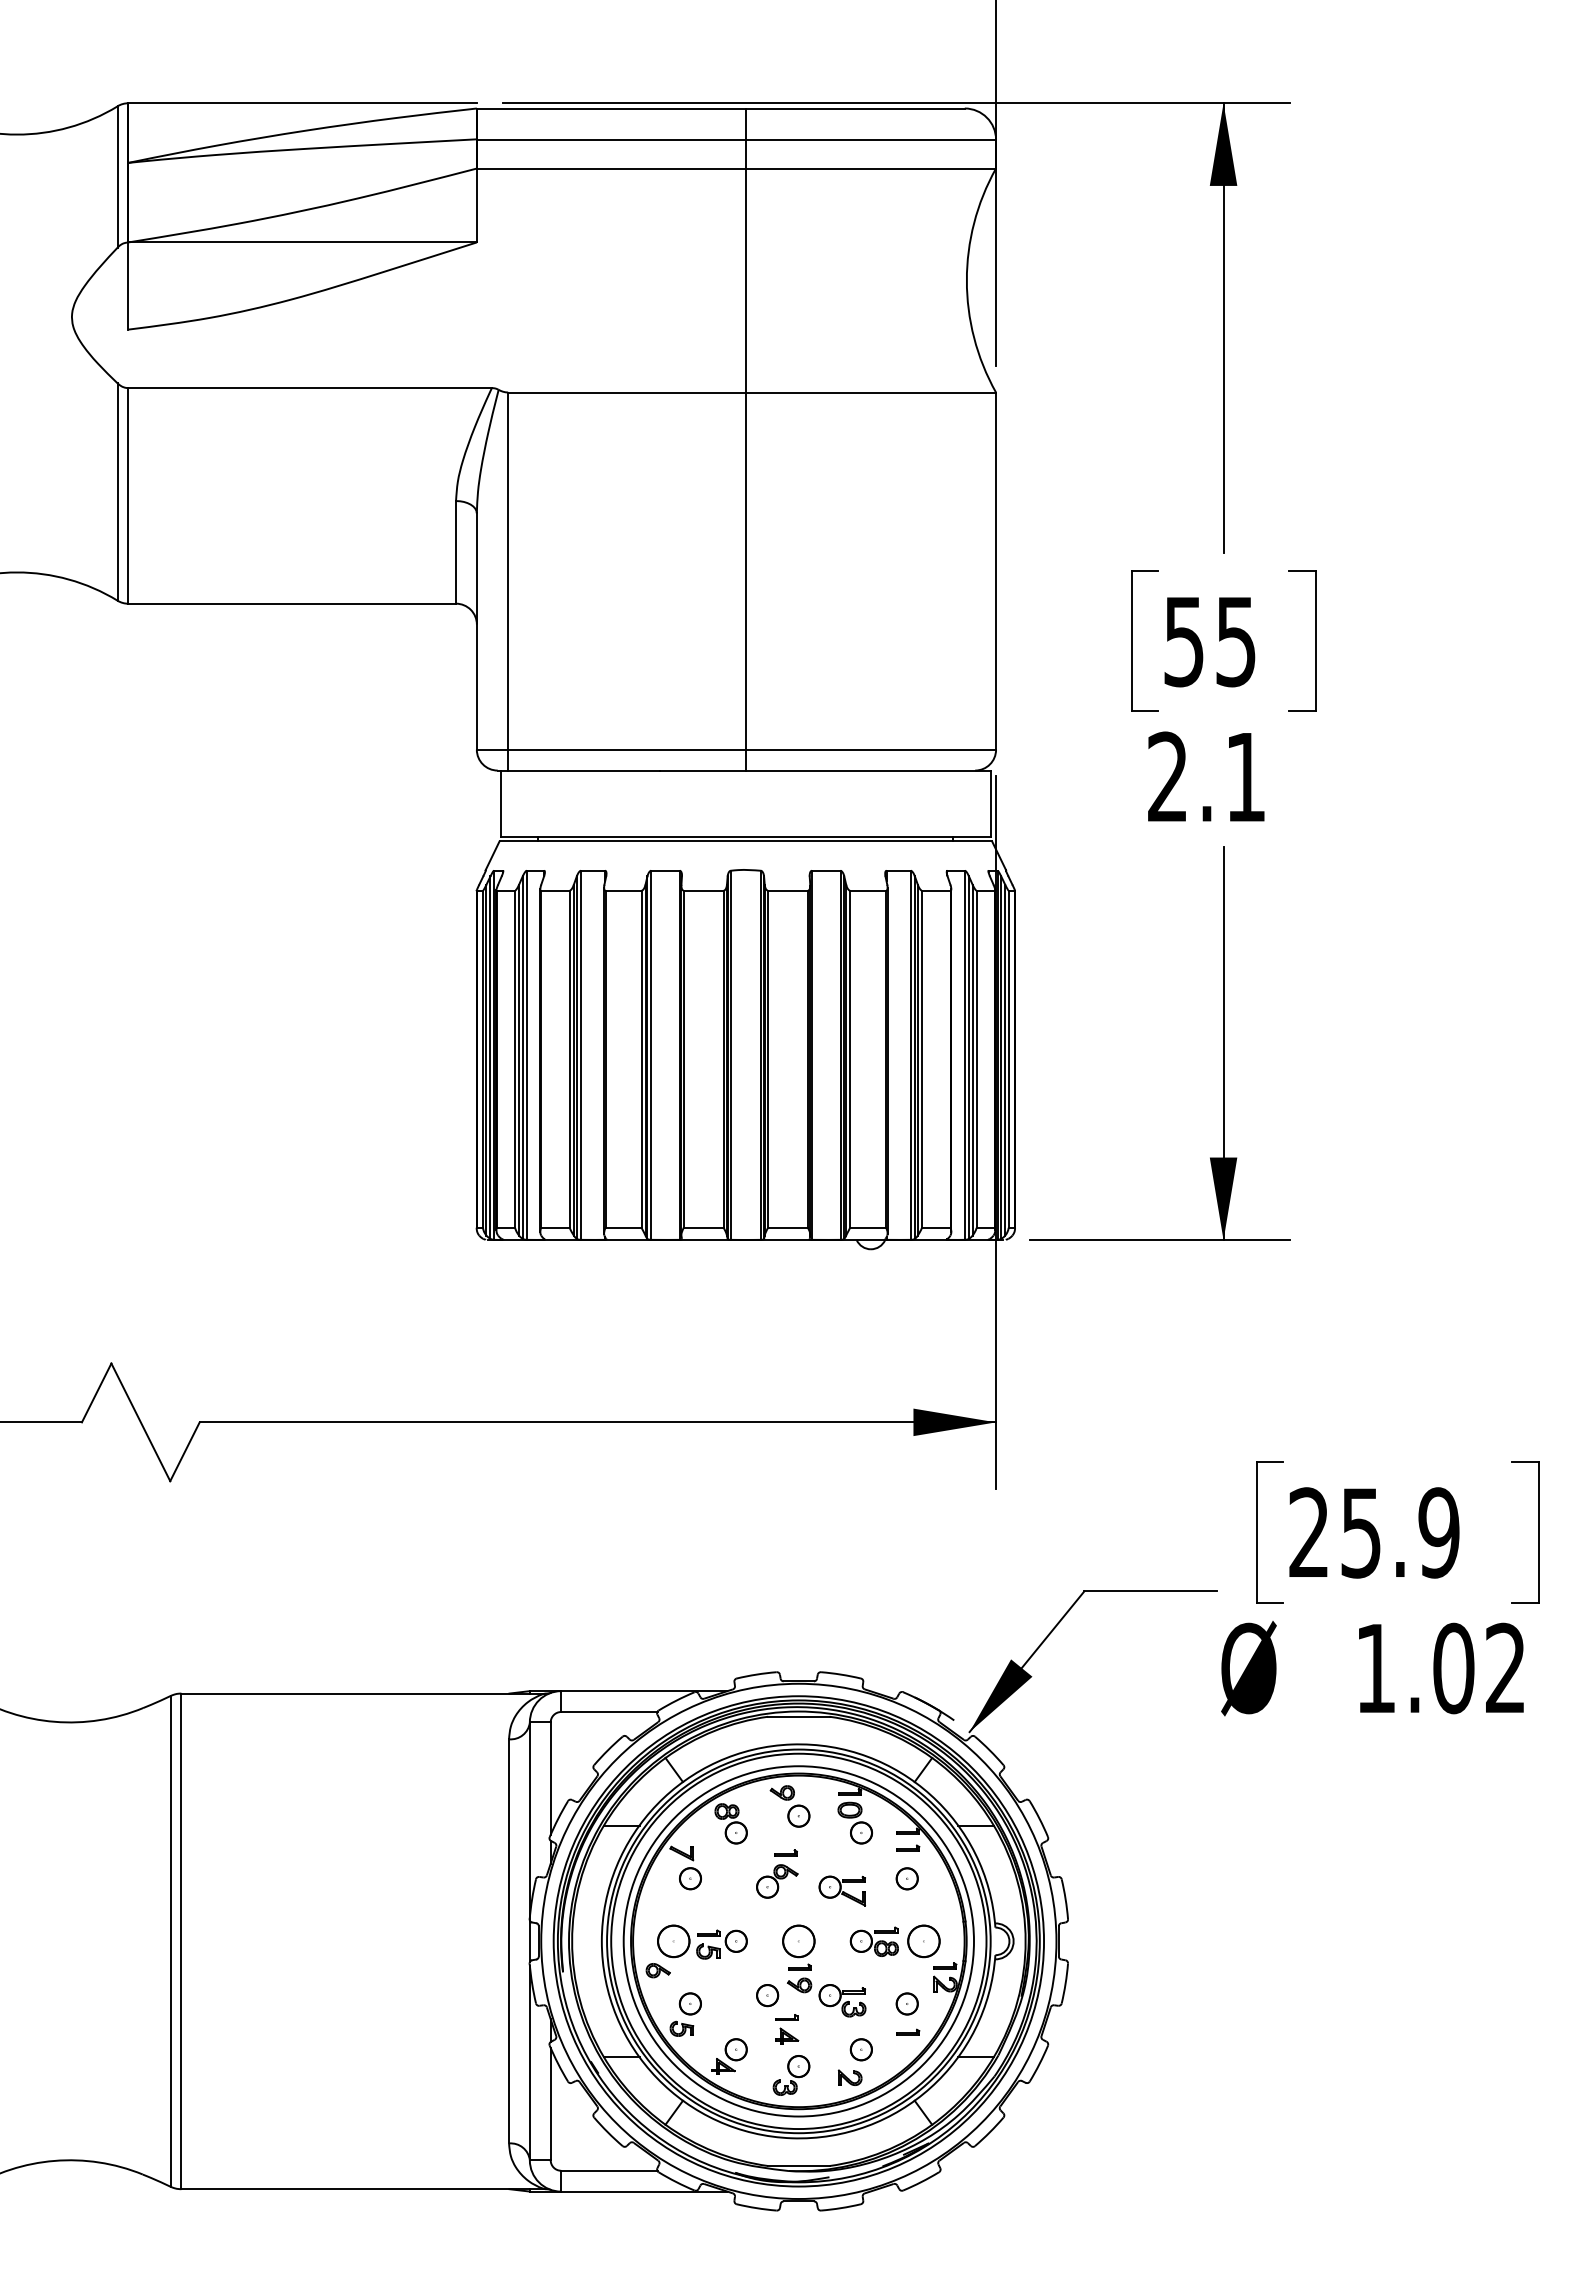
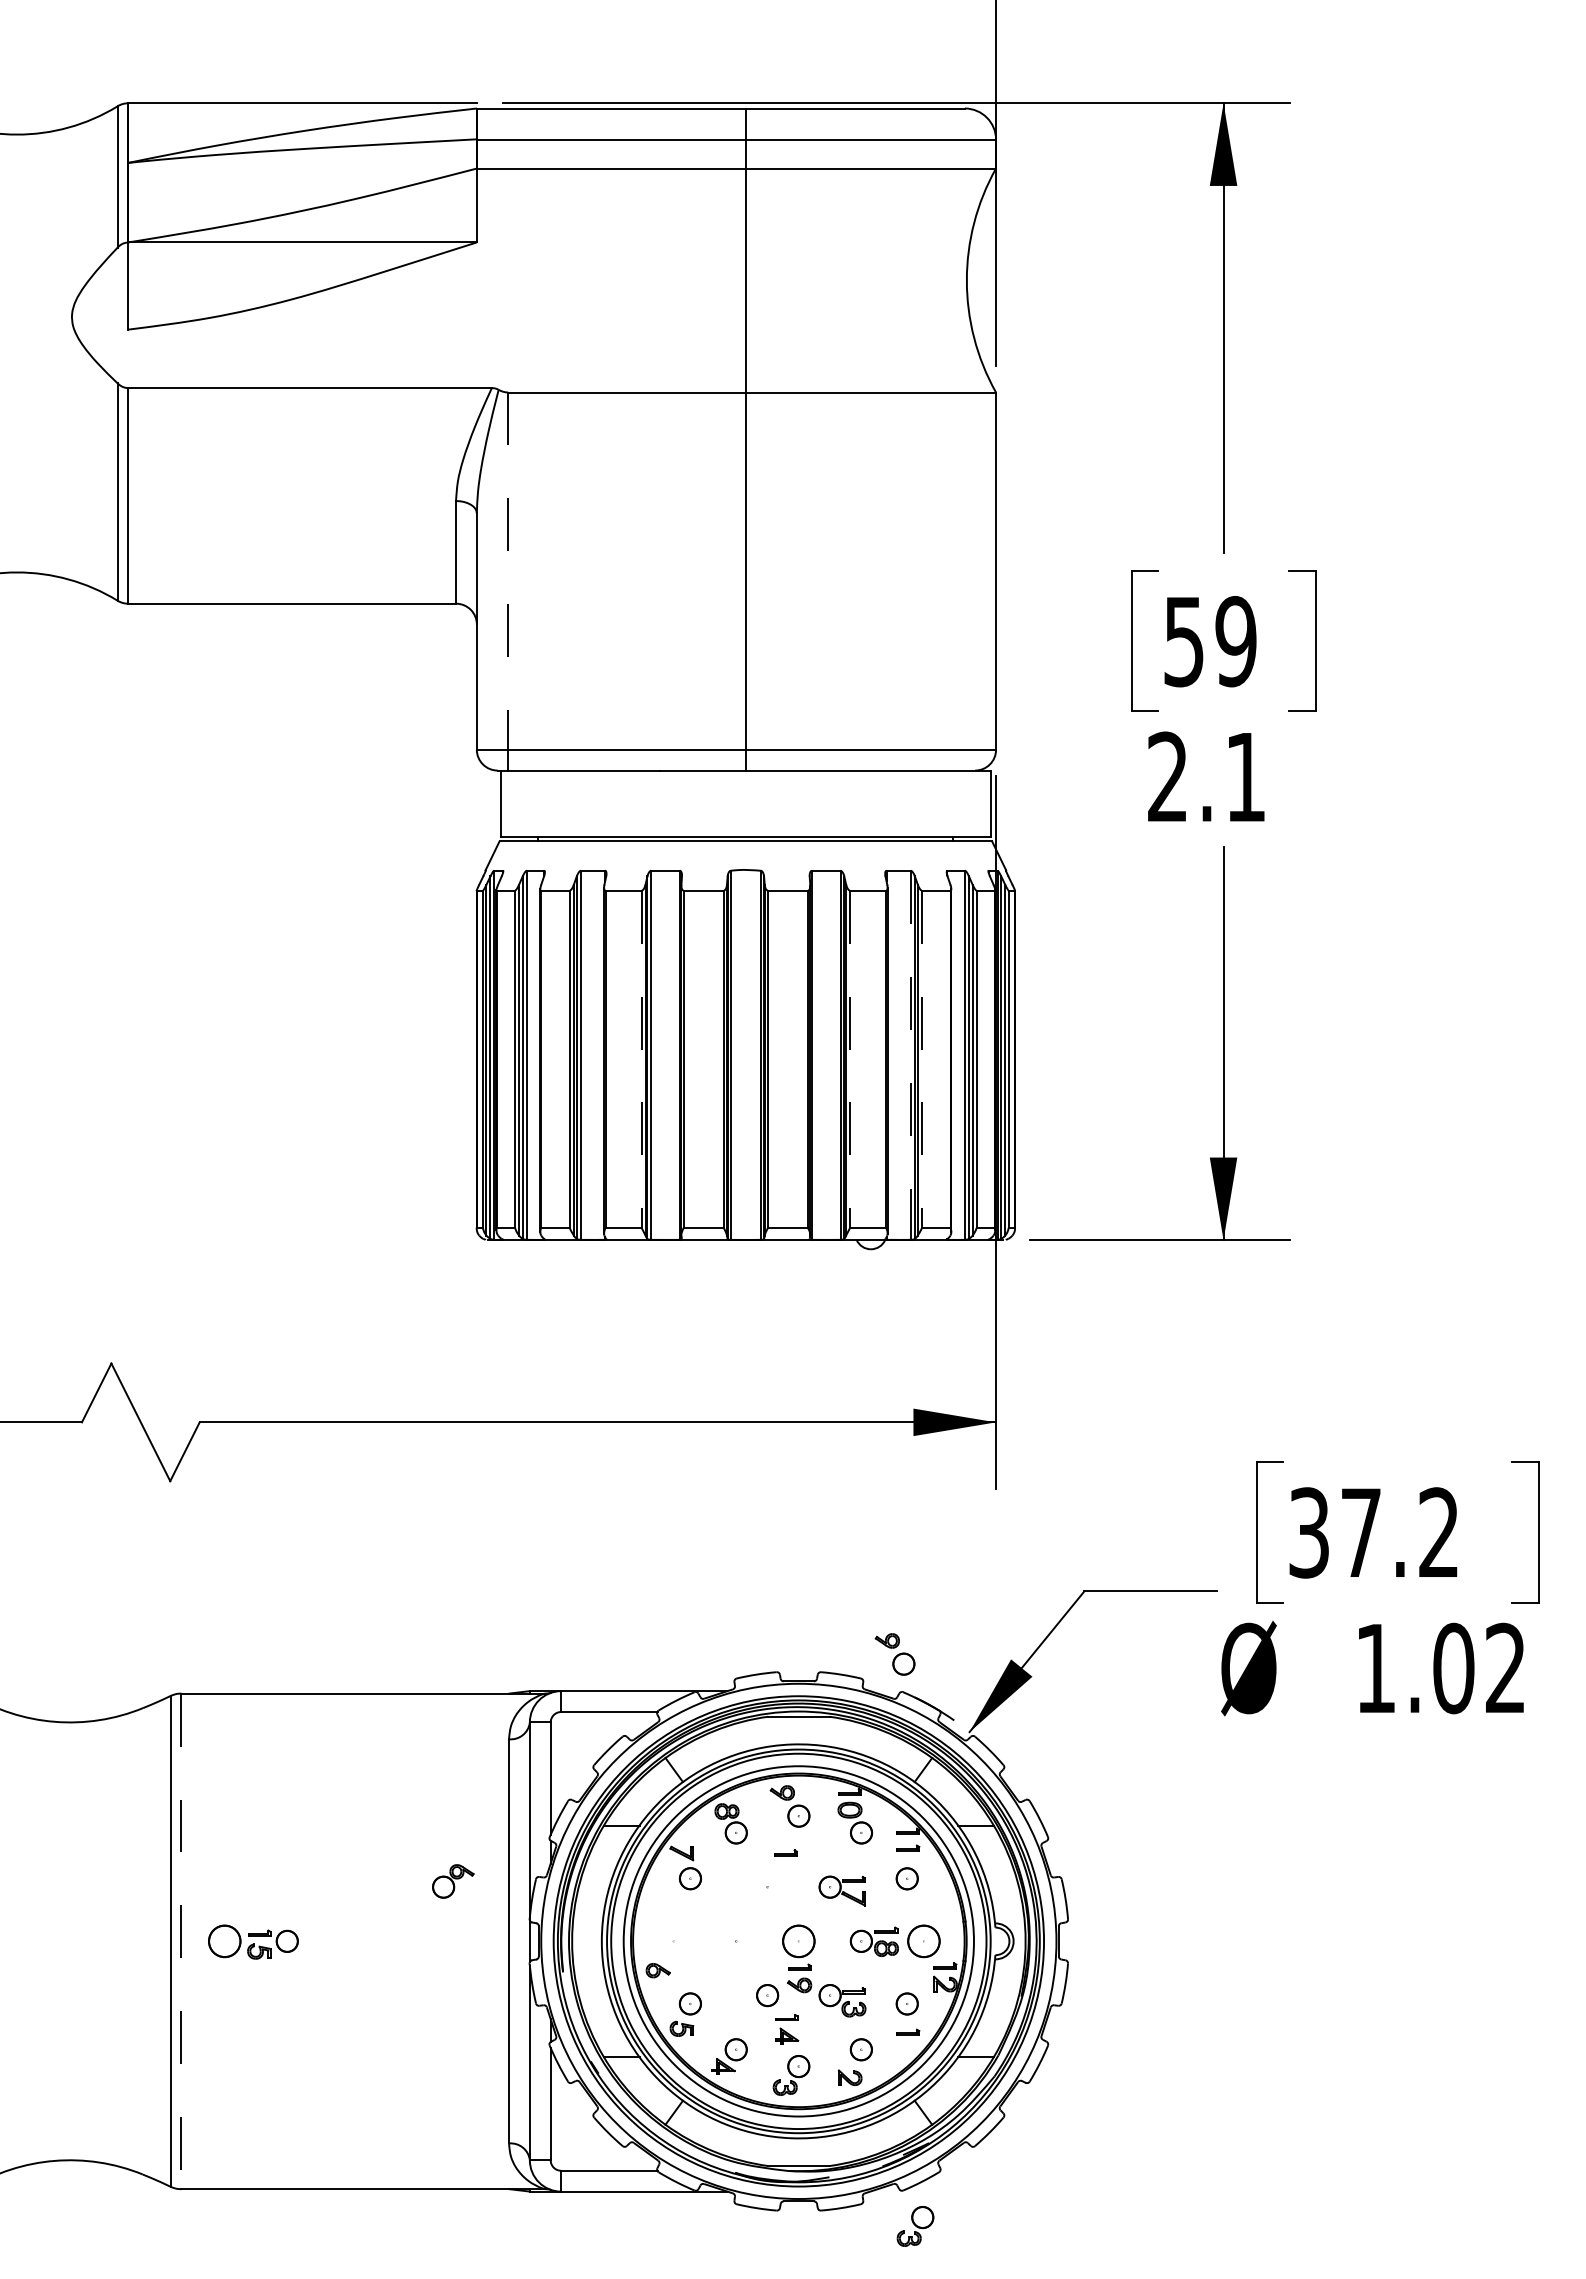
line at (508, 571): solid -> dashed
text at (1235, 641): 55 -> 59
line at (910, 1055): solid -> dashed
line at (641, 1059): solid -> dashed
line at (850, 1059): solid -> dashed
line at (922, 1059): solid -> dashed
text at (1374, 1532): 25.9 -> 37.2
part at (894, 1654): none -> present
part at (777, 1881) position: (777, 1881) -> (453, 1881)
line at (181, 1941): solid -> dashed
part at (702, 1941) position: (702, 1941) -> (253, 1941)
part at (915, 2226): none -> present
